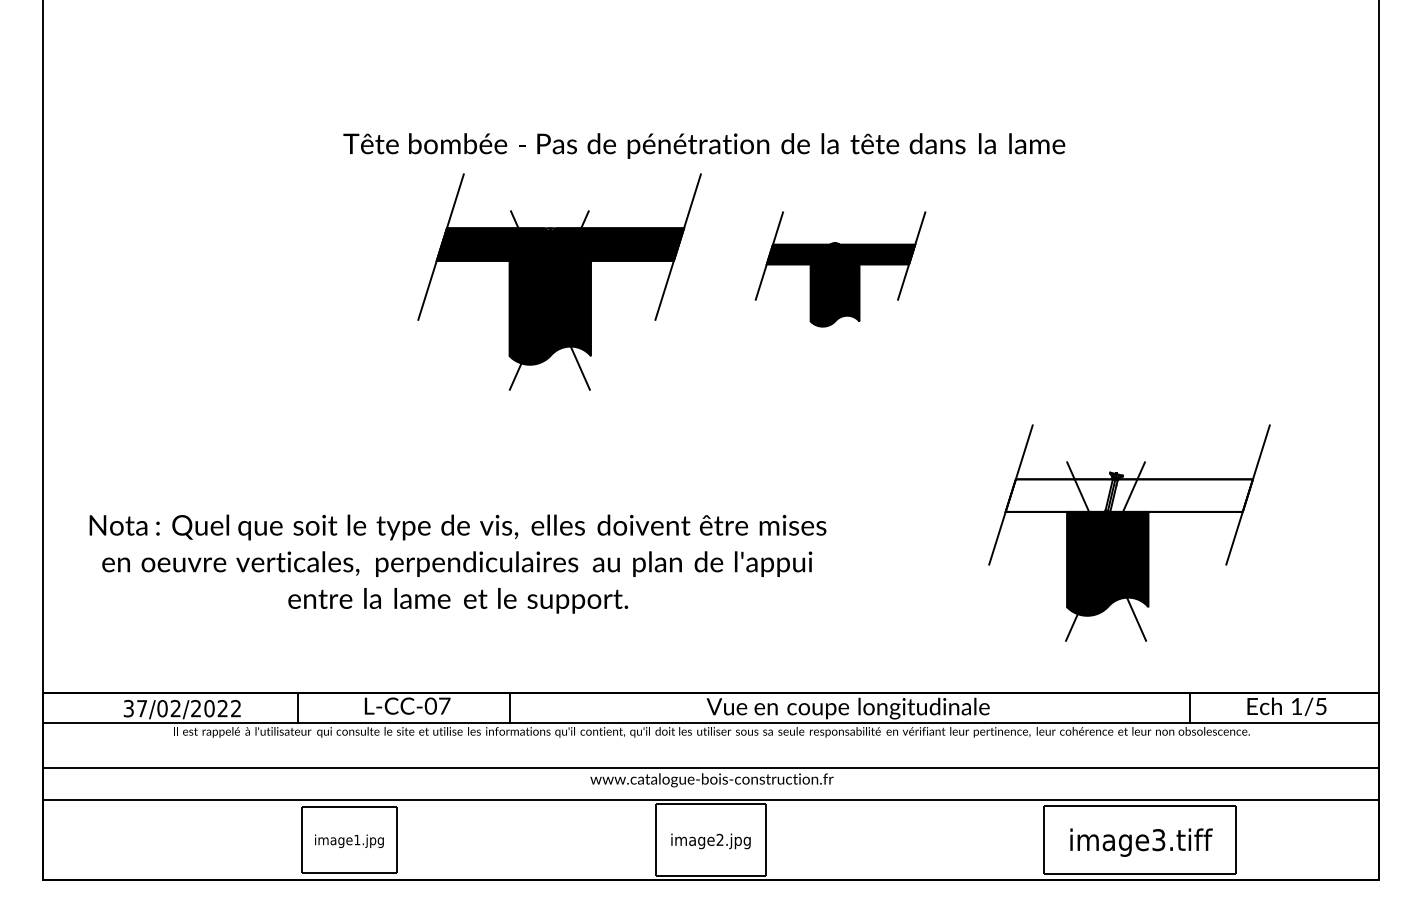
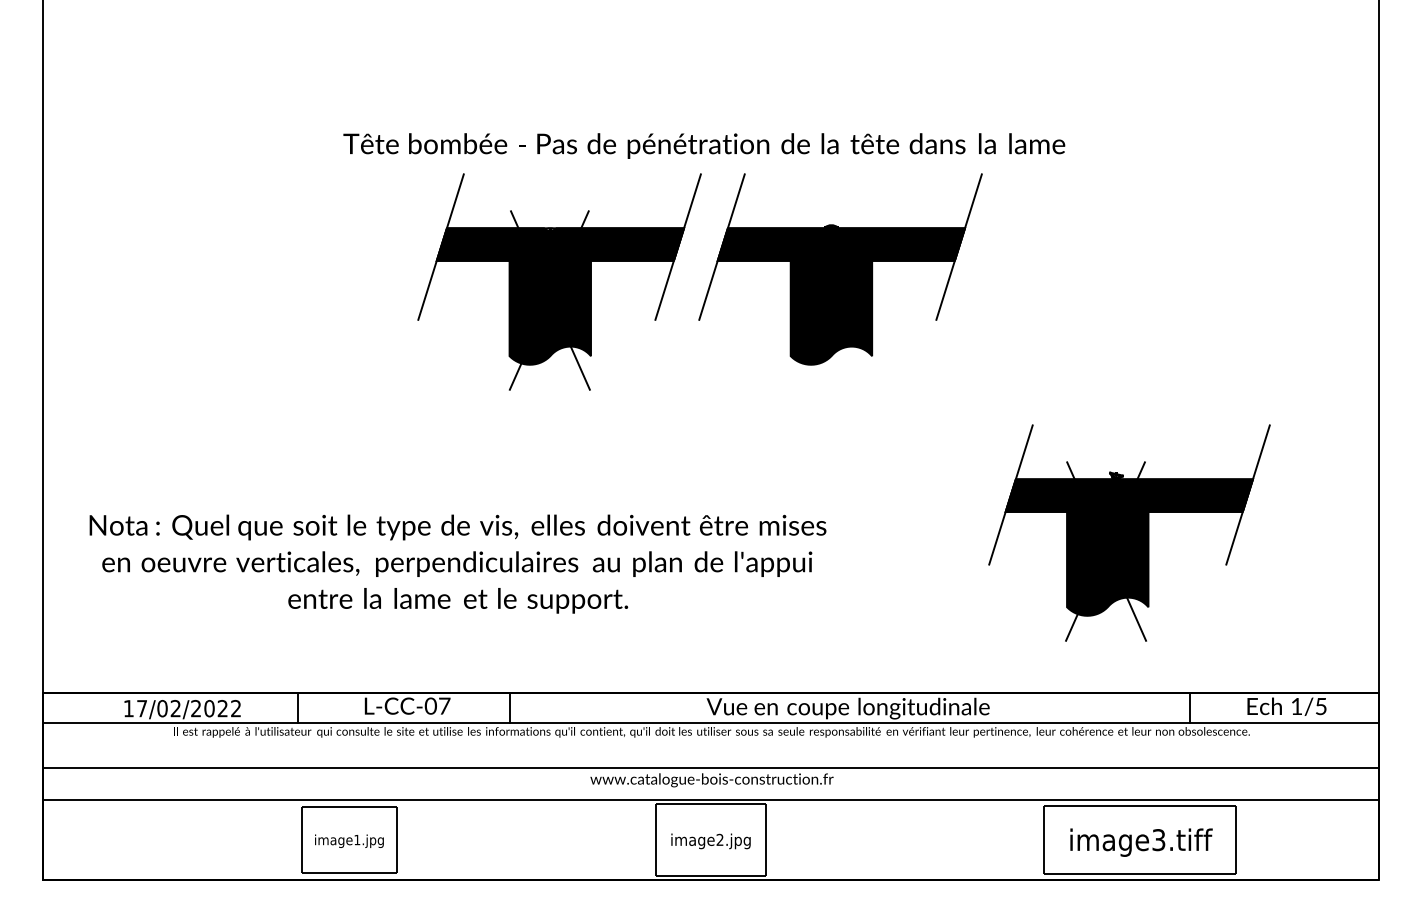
part at (840, 269) size: 173x117 px -> 285x193 px
fill at (1128, 495): none -> present
text at (128, 708): 37/02/2022 -> 17/02/2022
